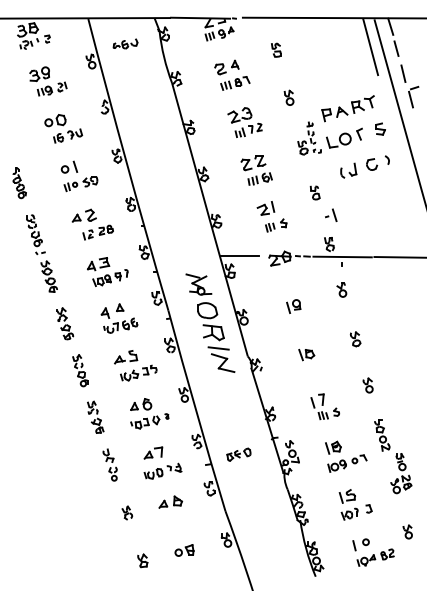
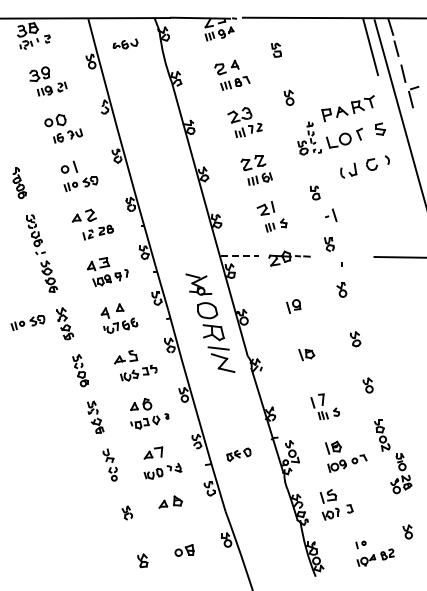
line at (240, 255): solid -> dashed
line at (342, 256): present -> none
part at (27, 323): none -> present
part at (355, 504) position: (355, 504) -> (336, 504)
part at (360, 544) size: 18x14 px -> 12x10 px
